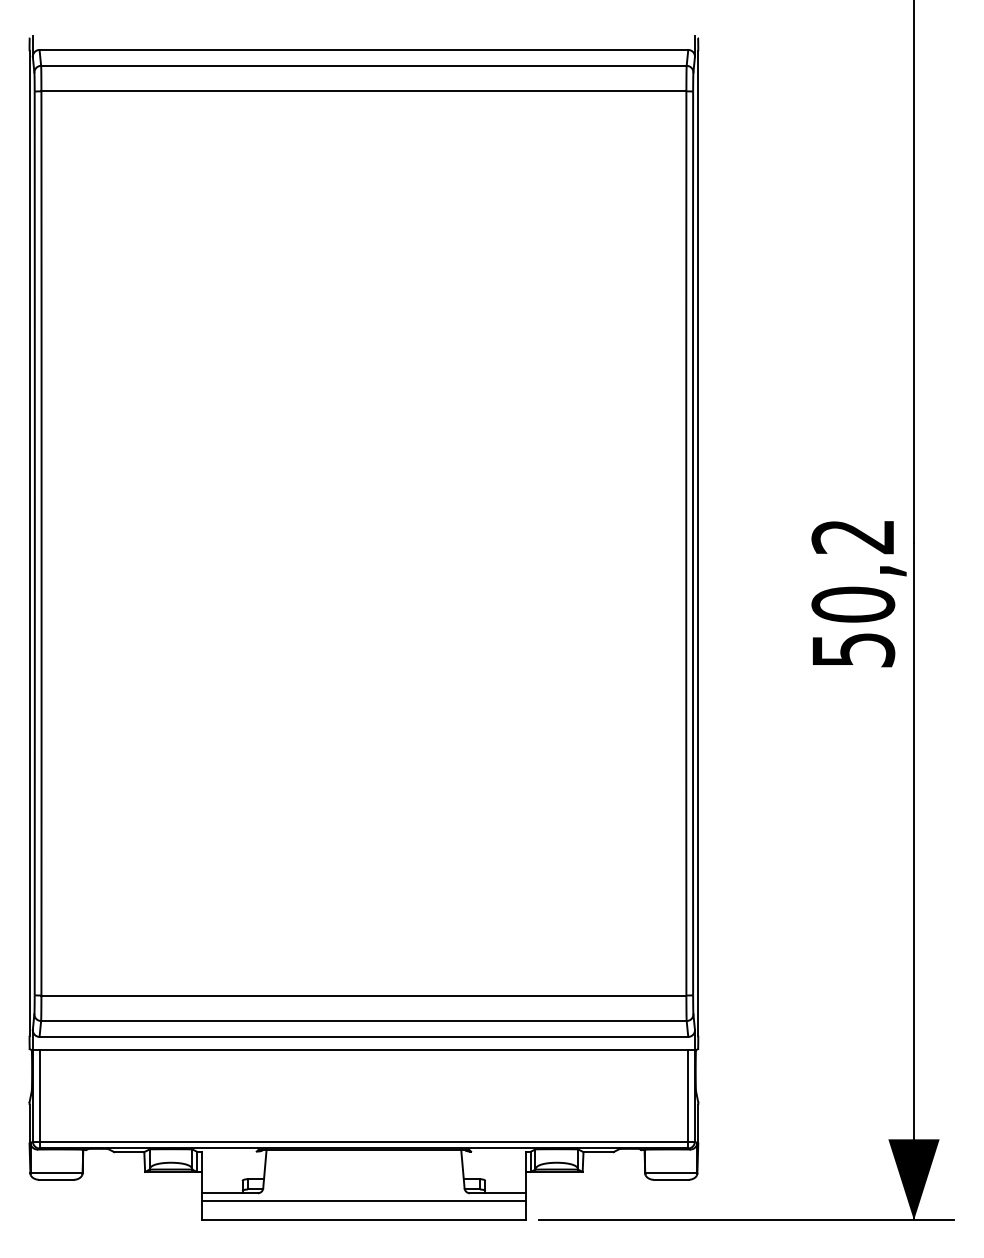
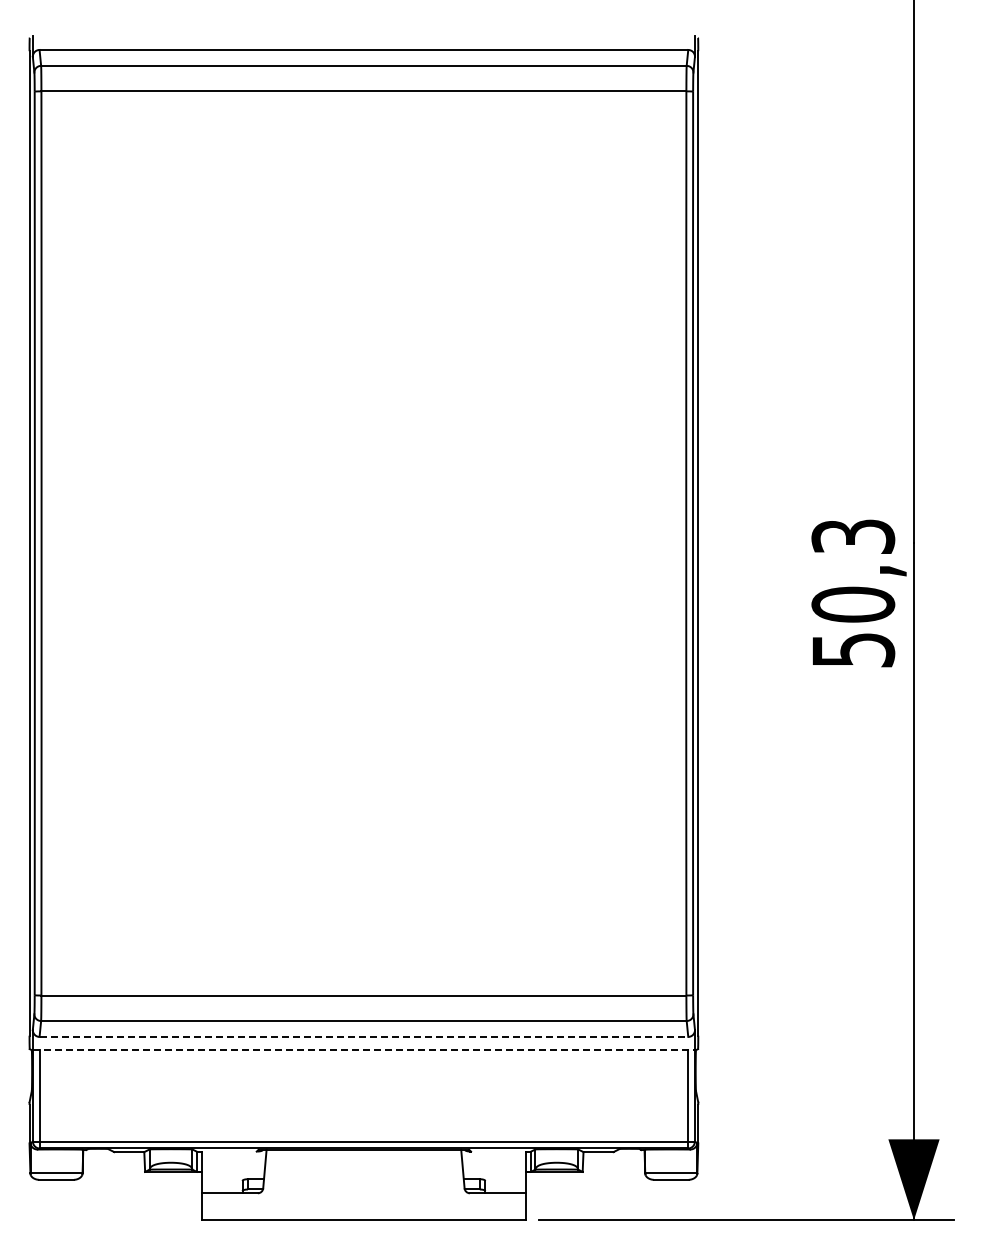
text at (853, 536): 50,2 -> 50,3
line at (364, 1036): solid -> dashed
line at (364, 1050): solid -> dashed
line at (363, 1201): present -> none
